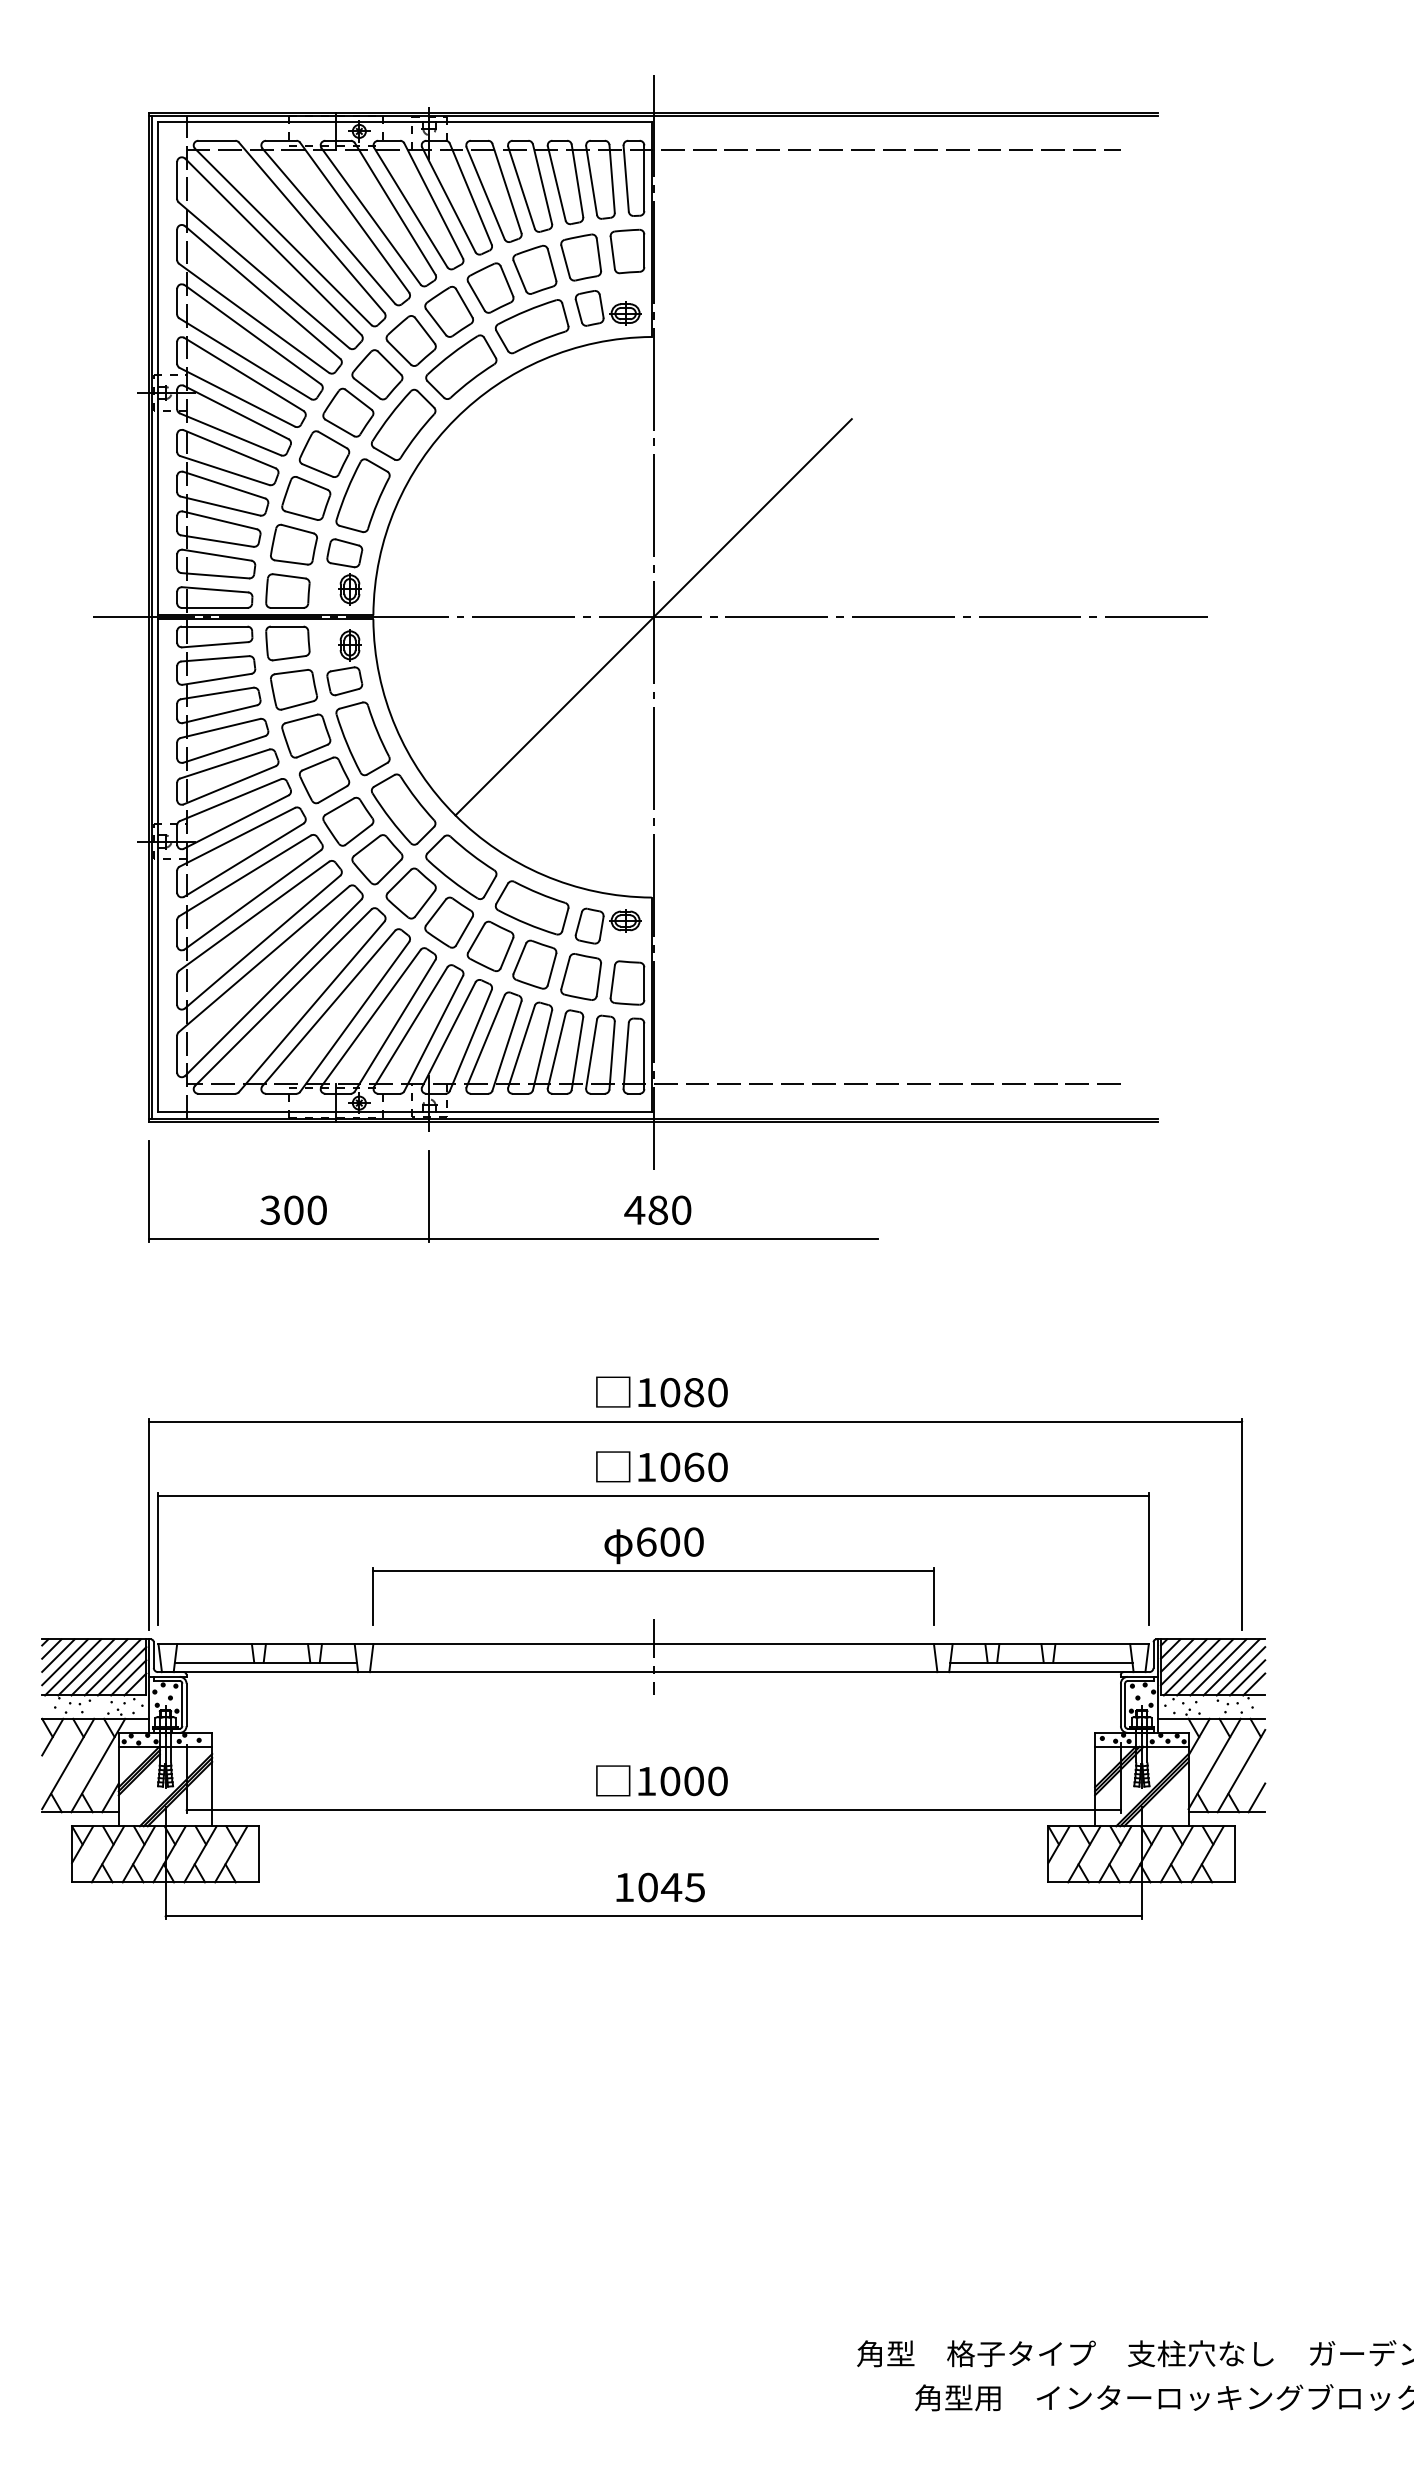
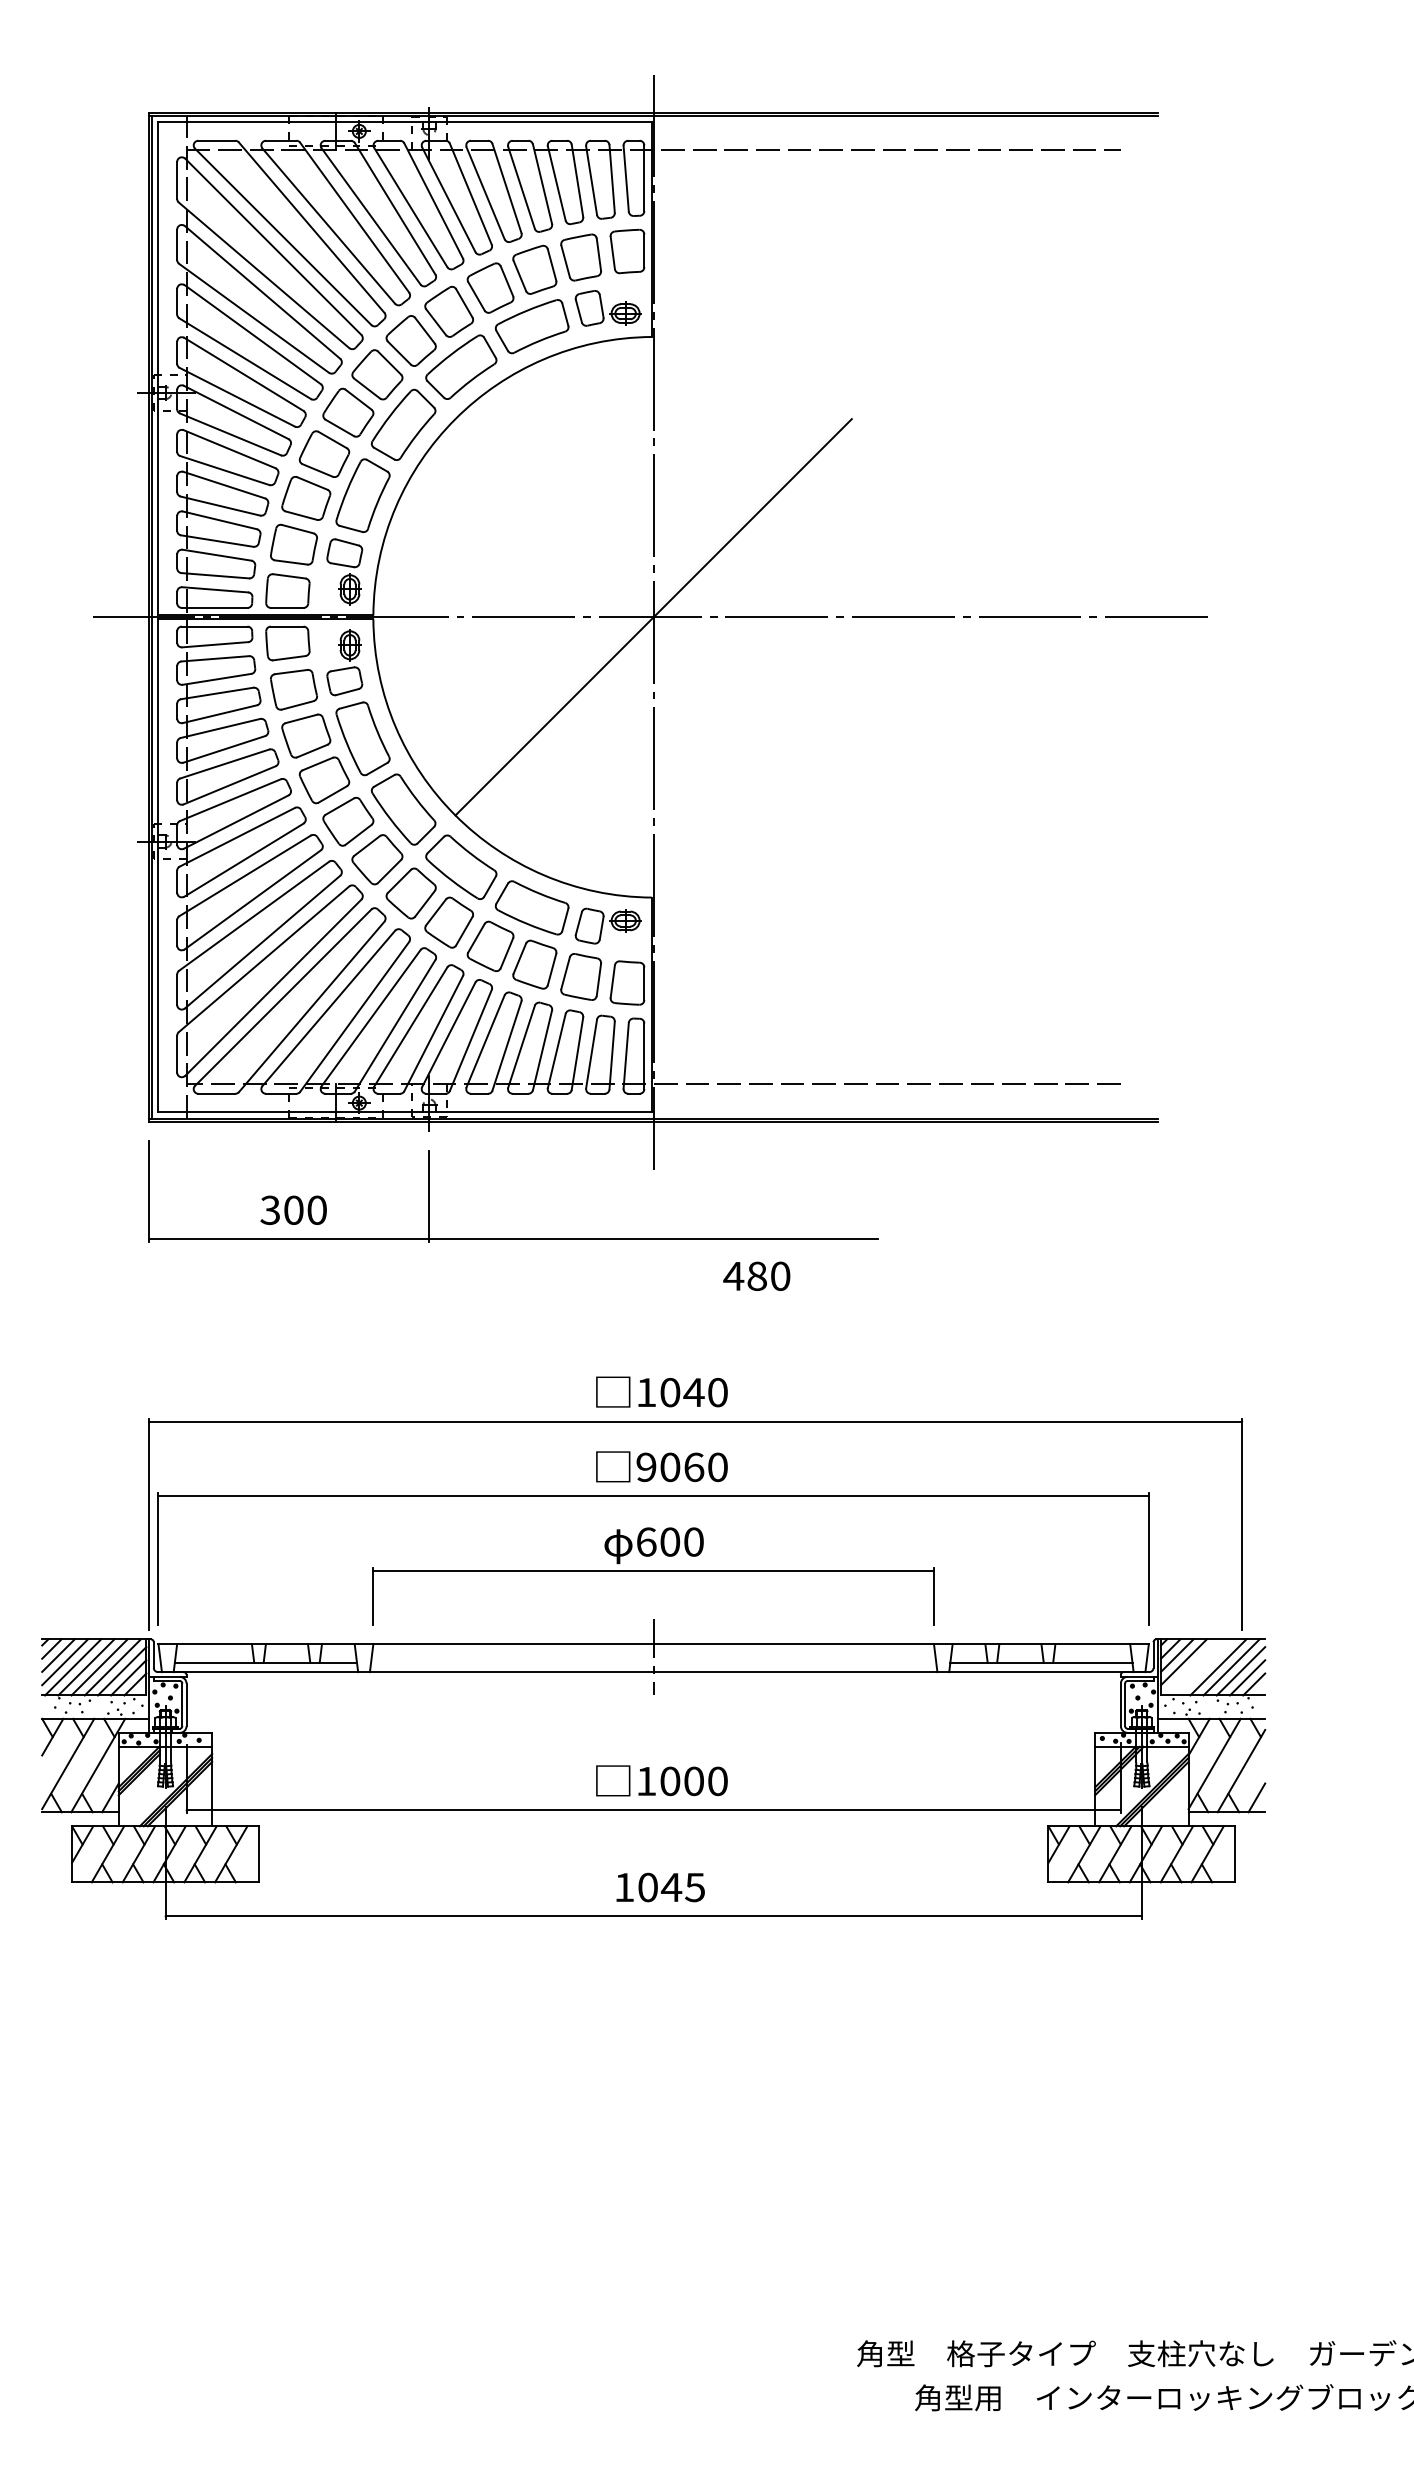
text at (657, 1209) position: (657, 1209) -> (756, 1275)
text at (693, 1392): 1080 -> 1040
text at (646, 1467): 1060 -> 9060
line at (1191, 1667): present -> none
line at (1205, 1667): present -> none
